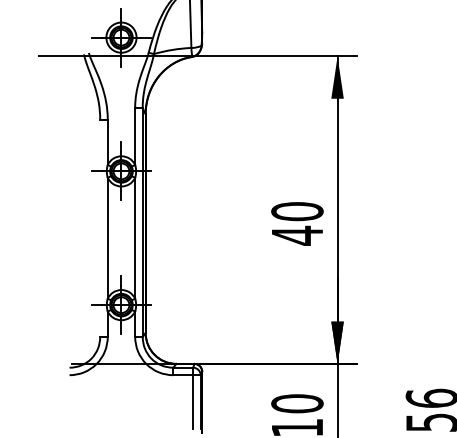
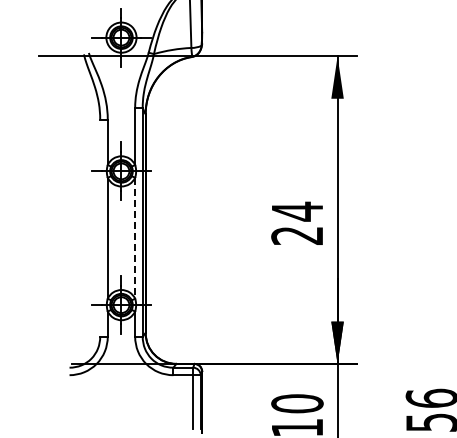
text at (297, 223): 40 -> 24
line at (135, 238): solid -> dashed
